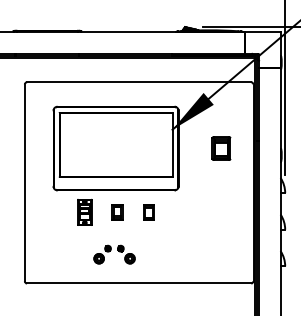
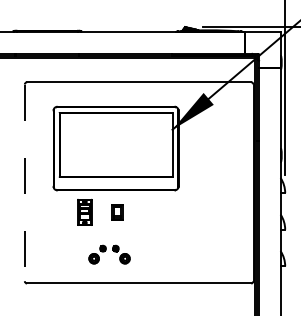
part at (221, 148): present -> none
line at (24, 183): solid -> dashed
part at (148, 212): present -> none
part at (114, 254) position: (114, 254) -> (109, 254)
